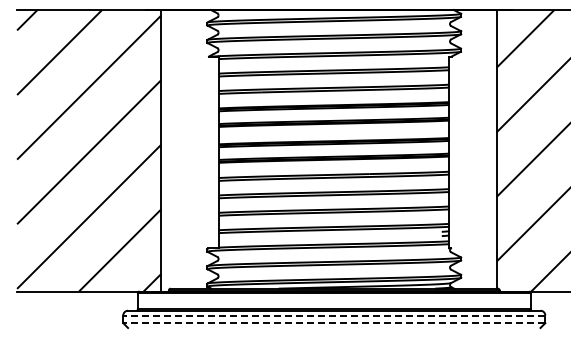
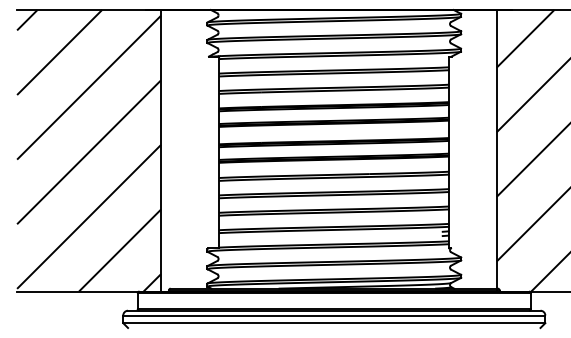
line at (333, 315): dashed -> solid
line at (333, 323): dashed -> solid
